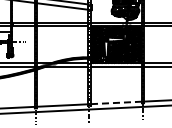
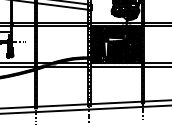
line at (116, 102): dashed -> solid
